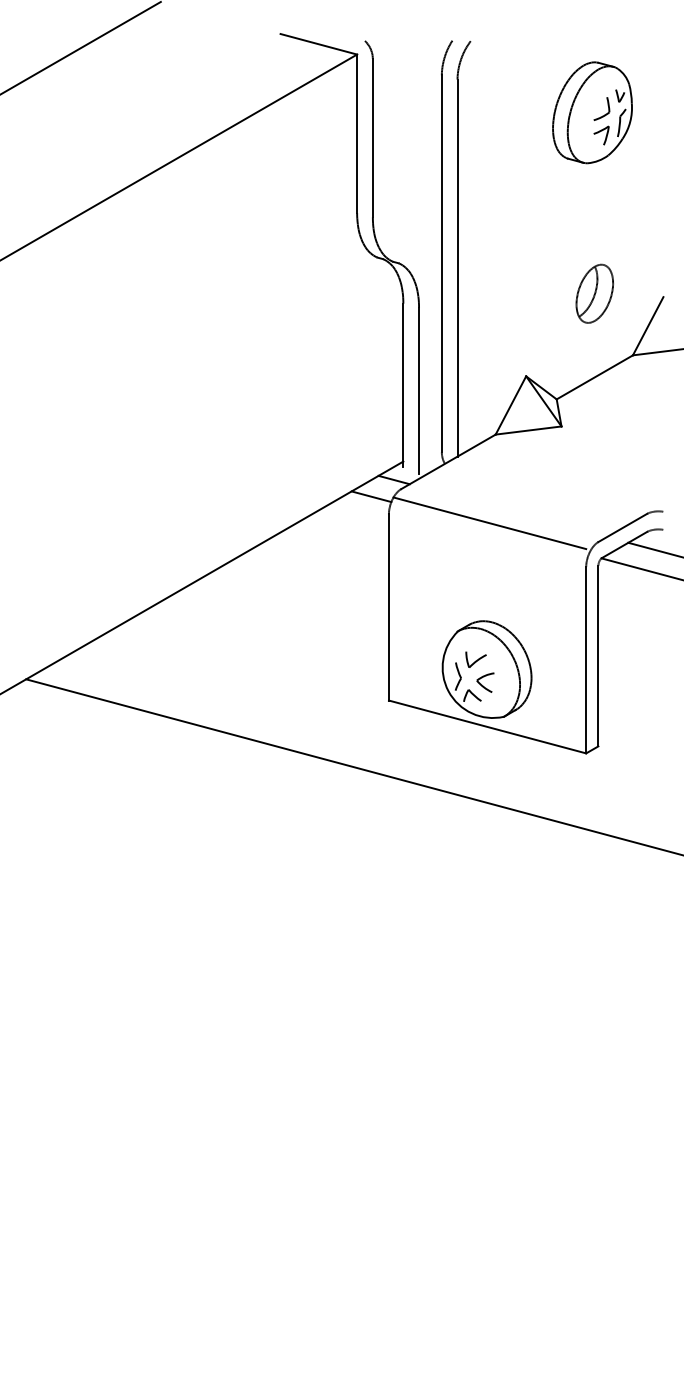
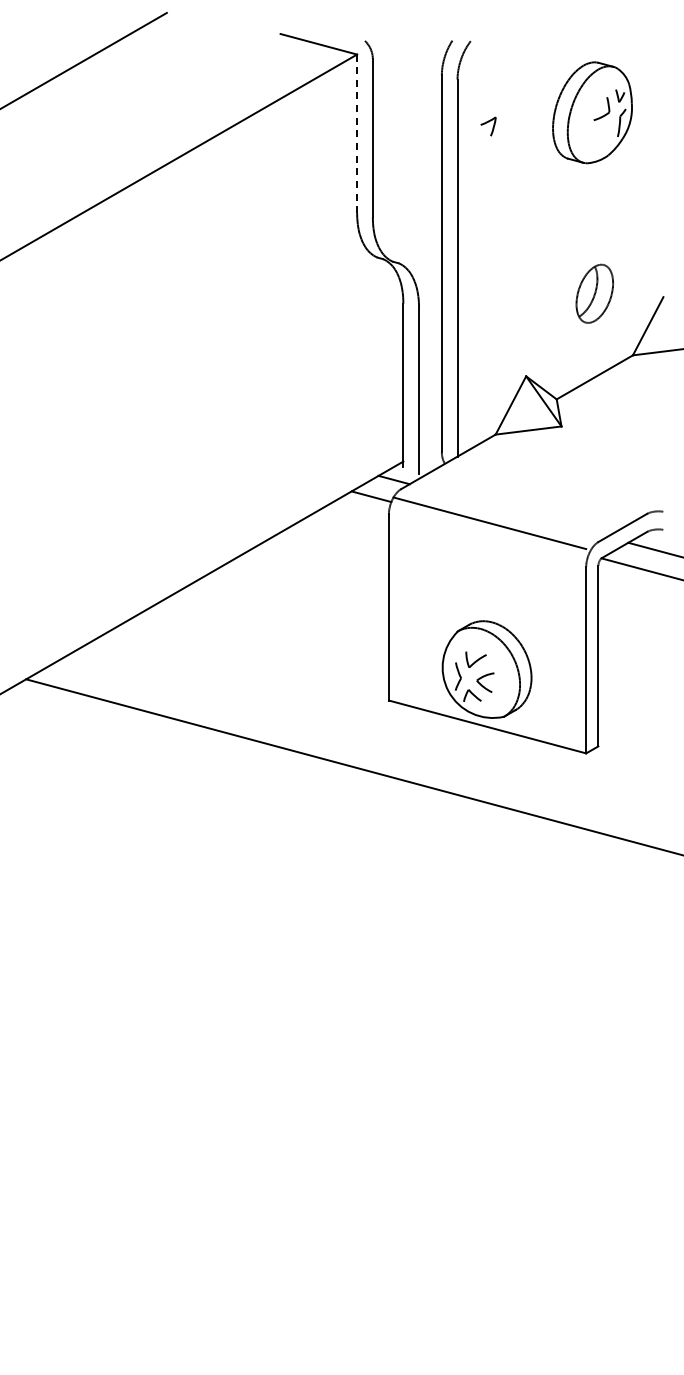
line at (81, 47) position: (81, 47) -> (84, 59)
line at (357, 134): solid -> dashed
part at (601, 135) position: (601, 135) -> (488, 126)
